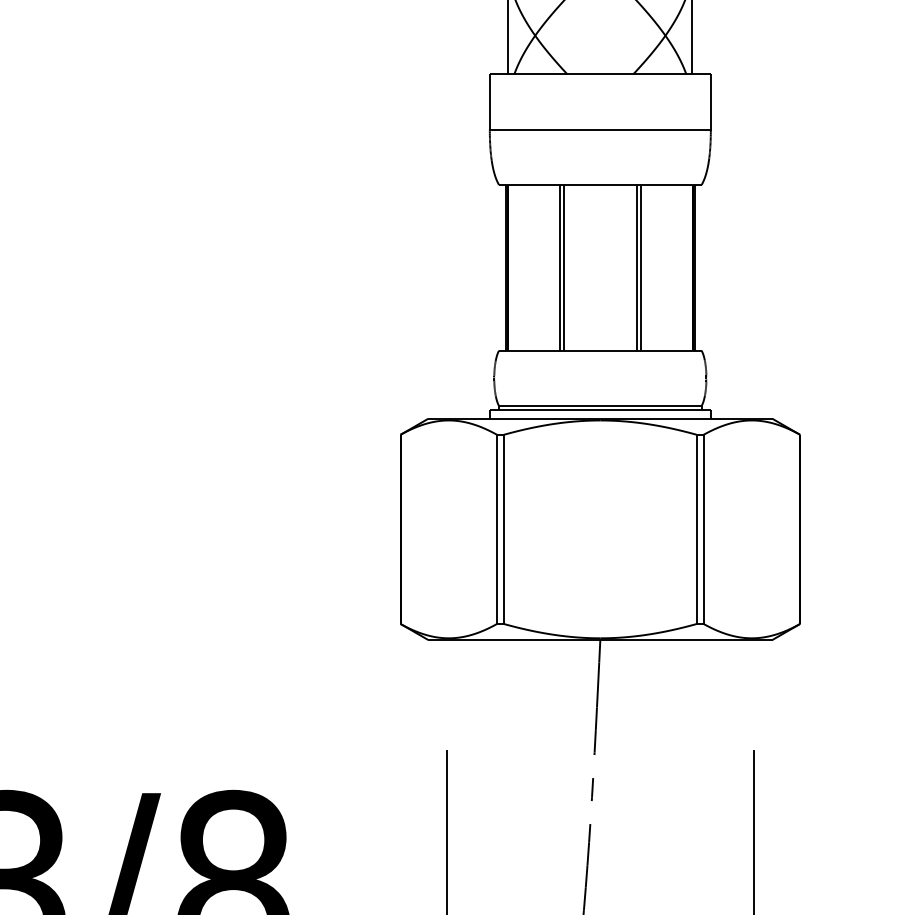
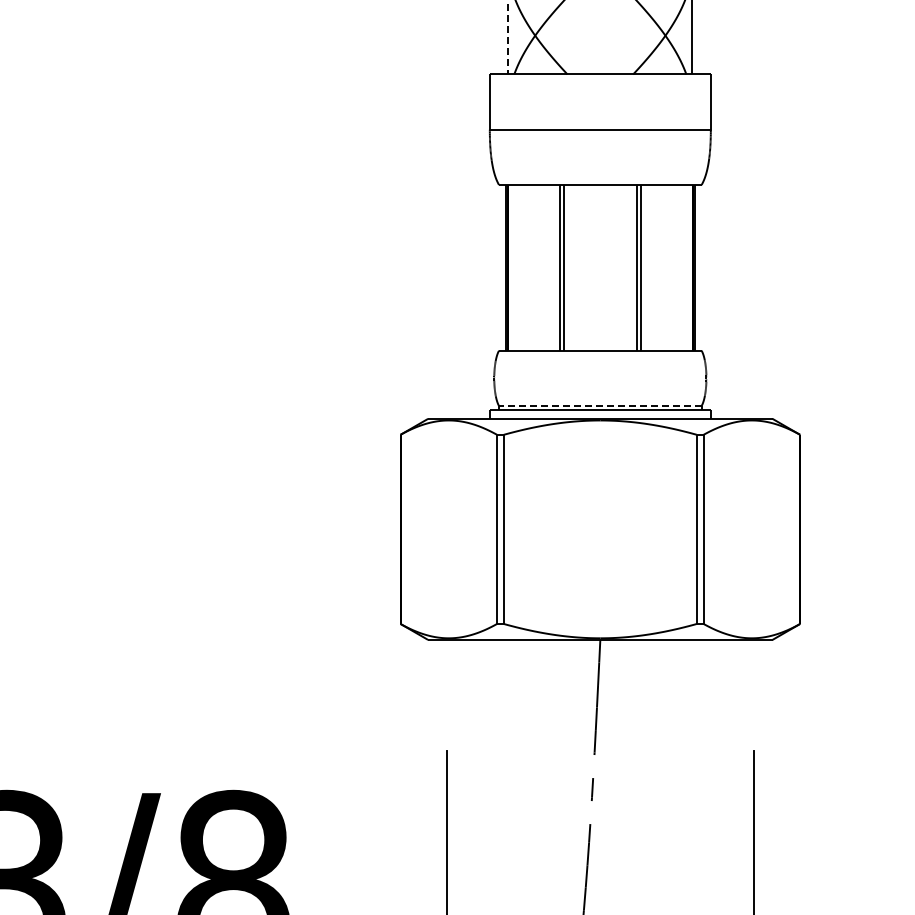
line at (508, 37): solid -> dashed
line at (599, 405): solid -> dashed
